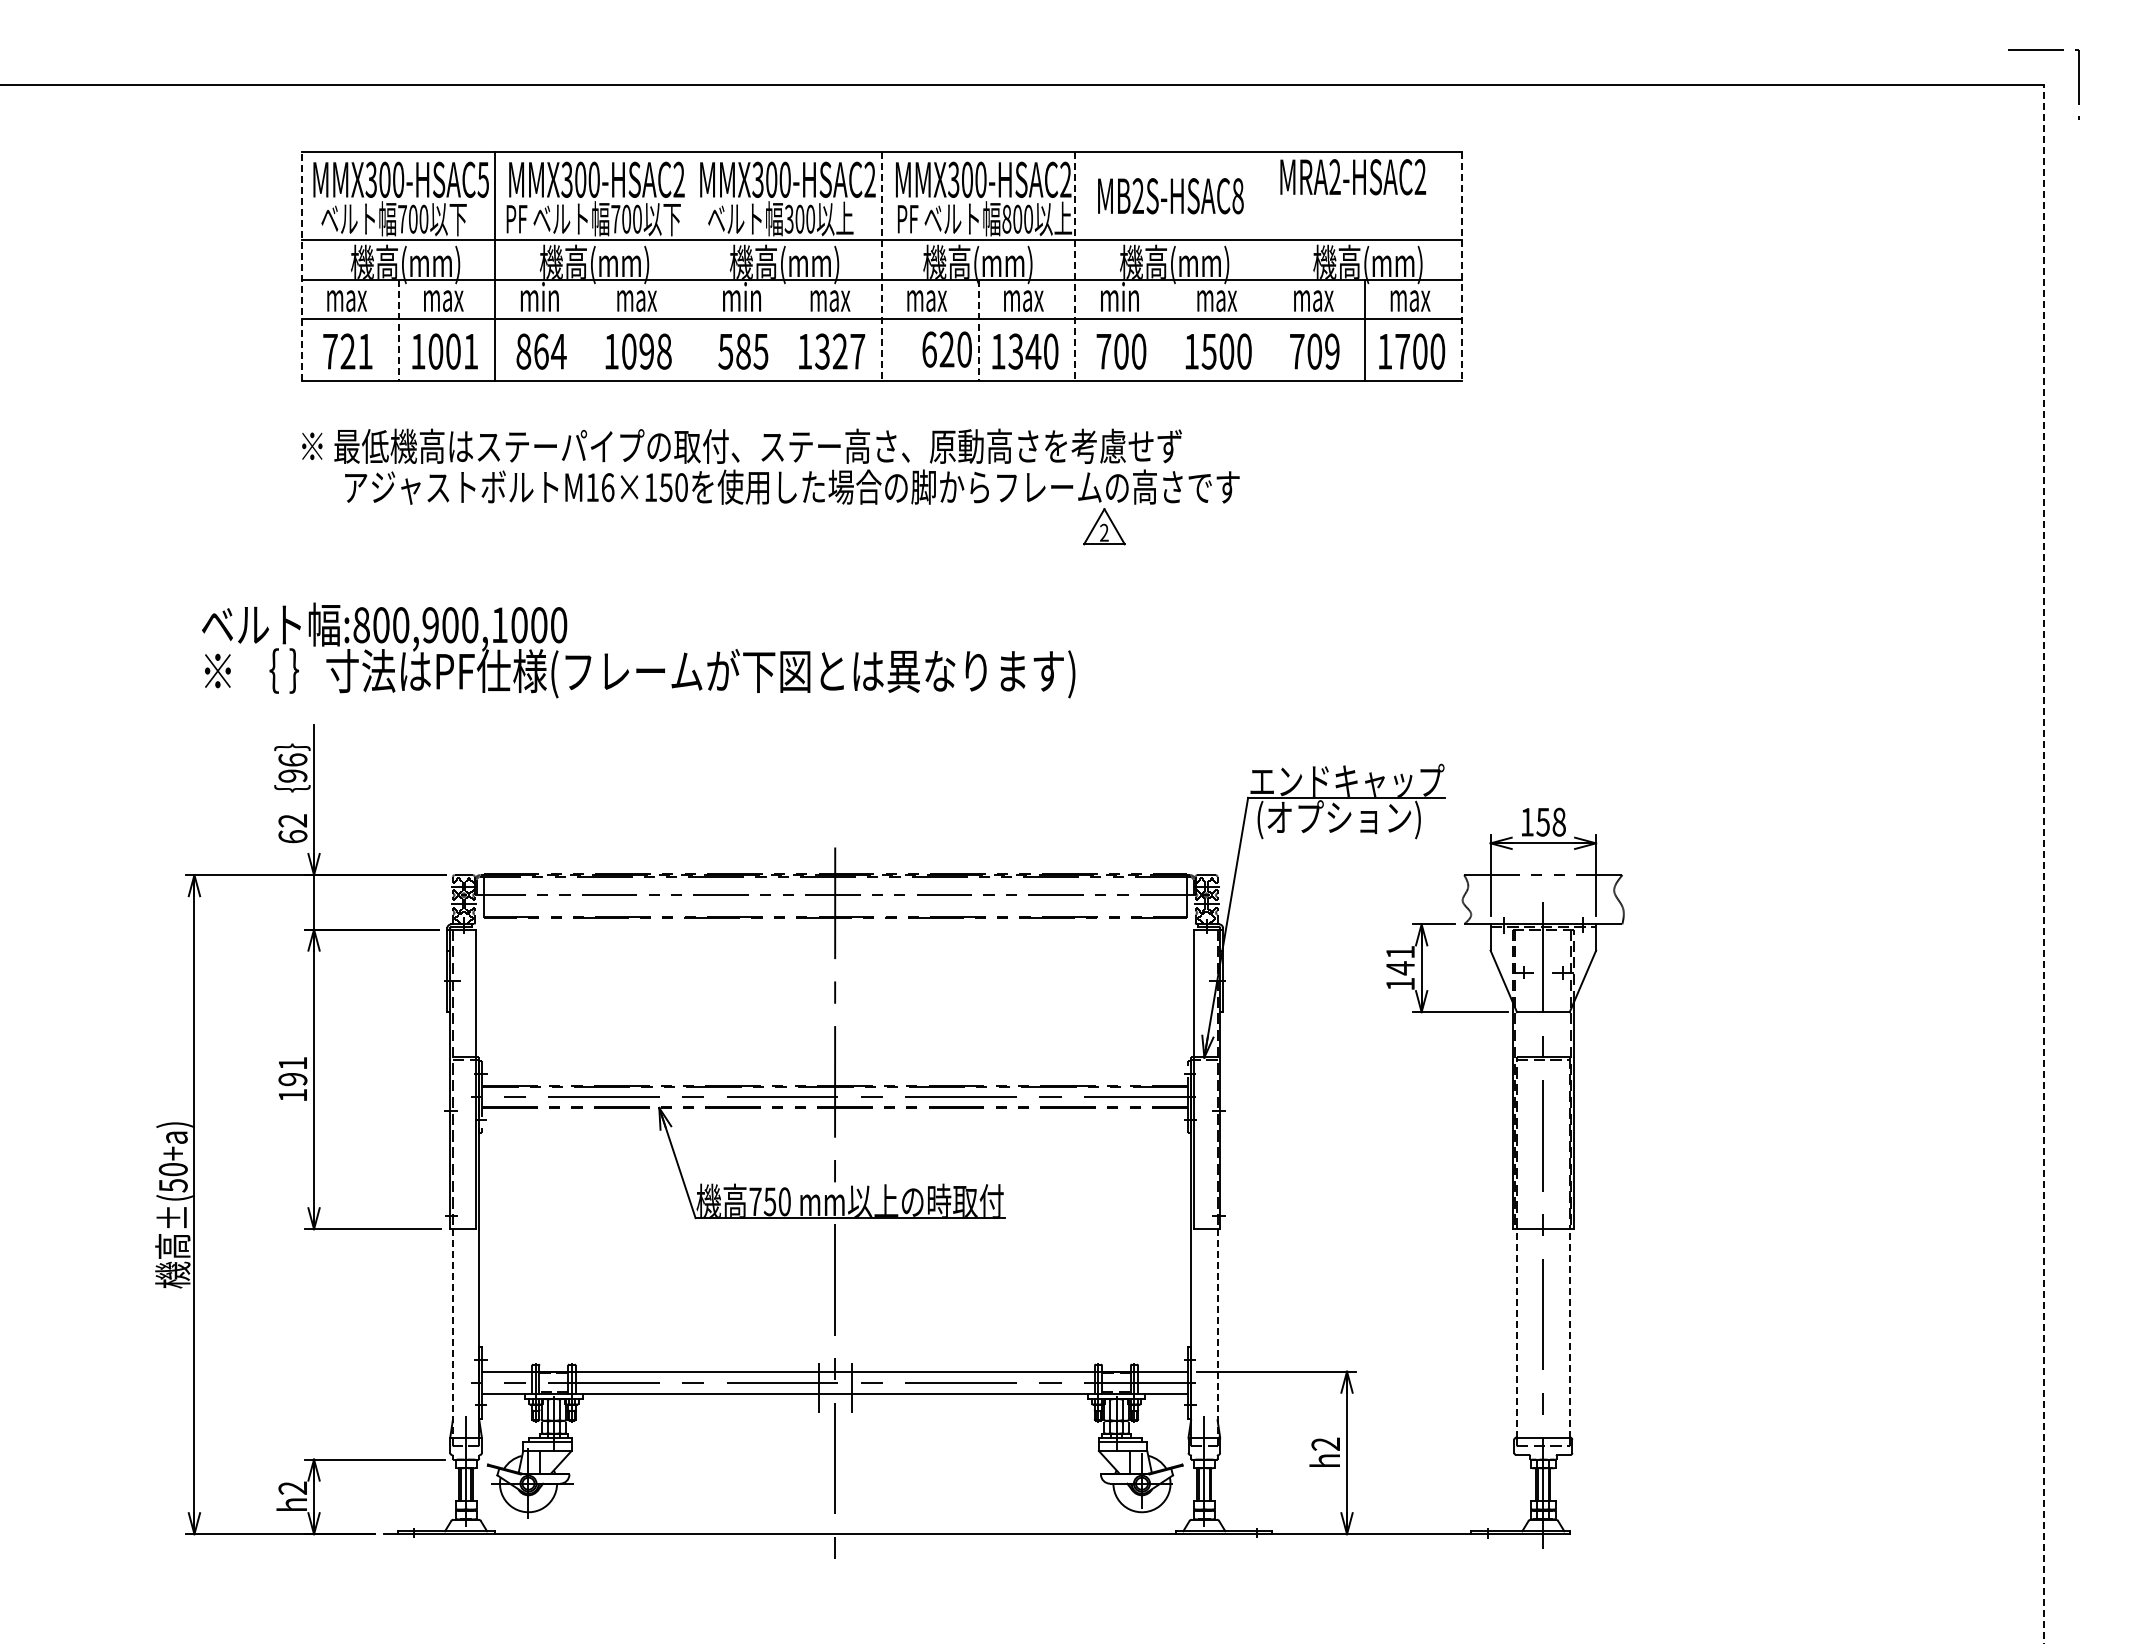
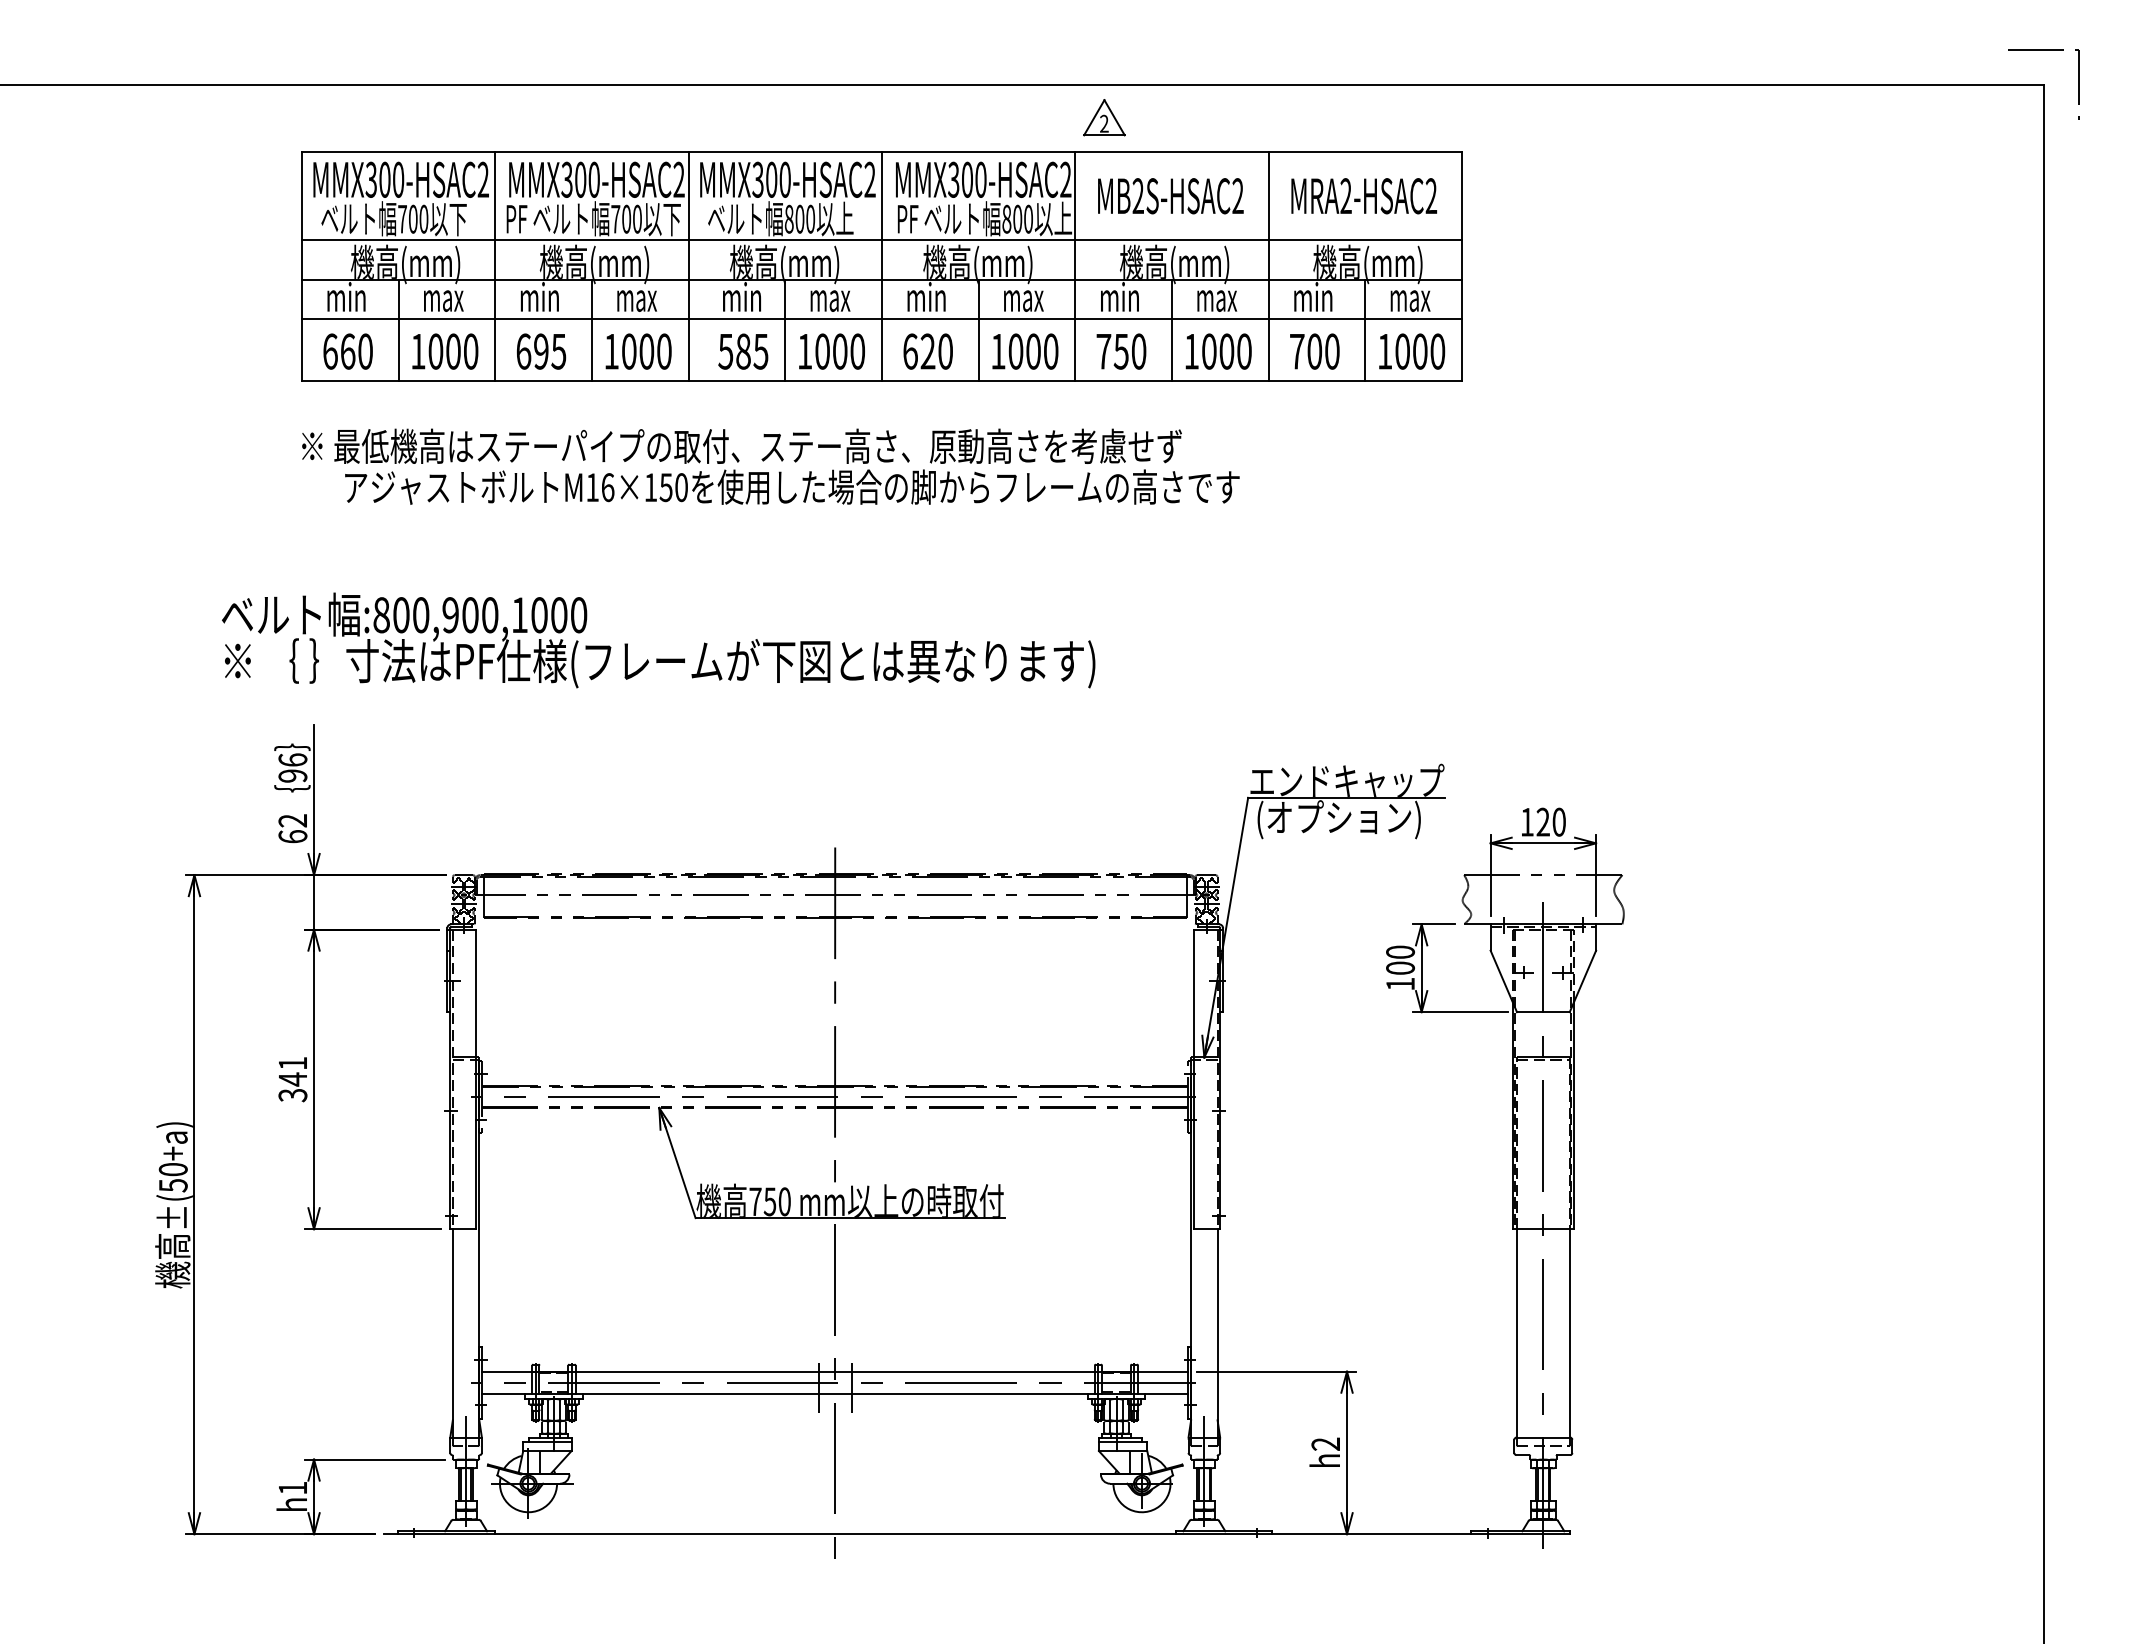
text at (1353, 177) position: (1353, 177) -> (1364, 196)
text at (482, 179): MMX300-HSAC5 -> MMX300-HSAC2
text at (1237, 196): MB2S-HSAC8 -> MB2S-HSAC2
text at (788, 218): 300 -> 800
line at (301, 266): dashed -> solid
line at (688, 266): none -> present
line at (1268, 266): none -> present
line at (881, 267): dashed -> solid
line at (1075, 267): dashed -> solid
line at (1462, 267): dashed -> solid
text at (346, 296): max -> min
text at (927, 296): max -> min
text at (1313, 296): max -> min
line at (591, 329): none -> present
line at (785, 329): none -> present
line at (1172, 329): none -> present
line at (398, 330): dashed -> solid
line at (978, 330): dashed -> solid
text at (946, 349) position: (946, 349) -> (927, 351)
text at (347, 351): 721 -> 660
text at (471, 351): 1001 -> 1000
text at (541, 351): 864 -> 695
text at (655, 351): 1098 -> 1000
text at (840, 351): 1327 -> 1000
text at (1024, 351): 1340 -> 1000
text at (1120, 351): 700 -> 750
text at (1208, 351): 1500 -> 1000
text at (1332, 351): 709 -> 700
text at (1402, 351): 1700 -> 1000
part at (1104, 526) position: (1104, 526) -> (1104, 117)
text at (638, 650) position: (638, 650) -> (658, 640)
text at (1550, 821): 158 -> 120
line at (2043, 863): dashed -> solid
text at (1400, 960): 141 -> 100
text at (292, 1087): 191 -> 341
line at (1516, 1332): dashed -> solid
line at (1569, 1332): dashed -> solid
line at (452, 1333): dashed -> solid
line at (1217, 1333): dashed -> solid
text at (292, 1487): h2 -> h1
